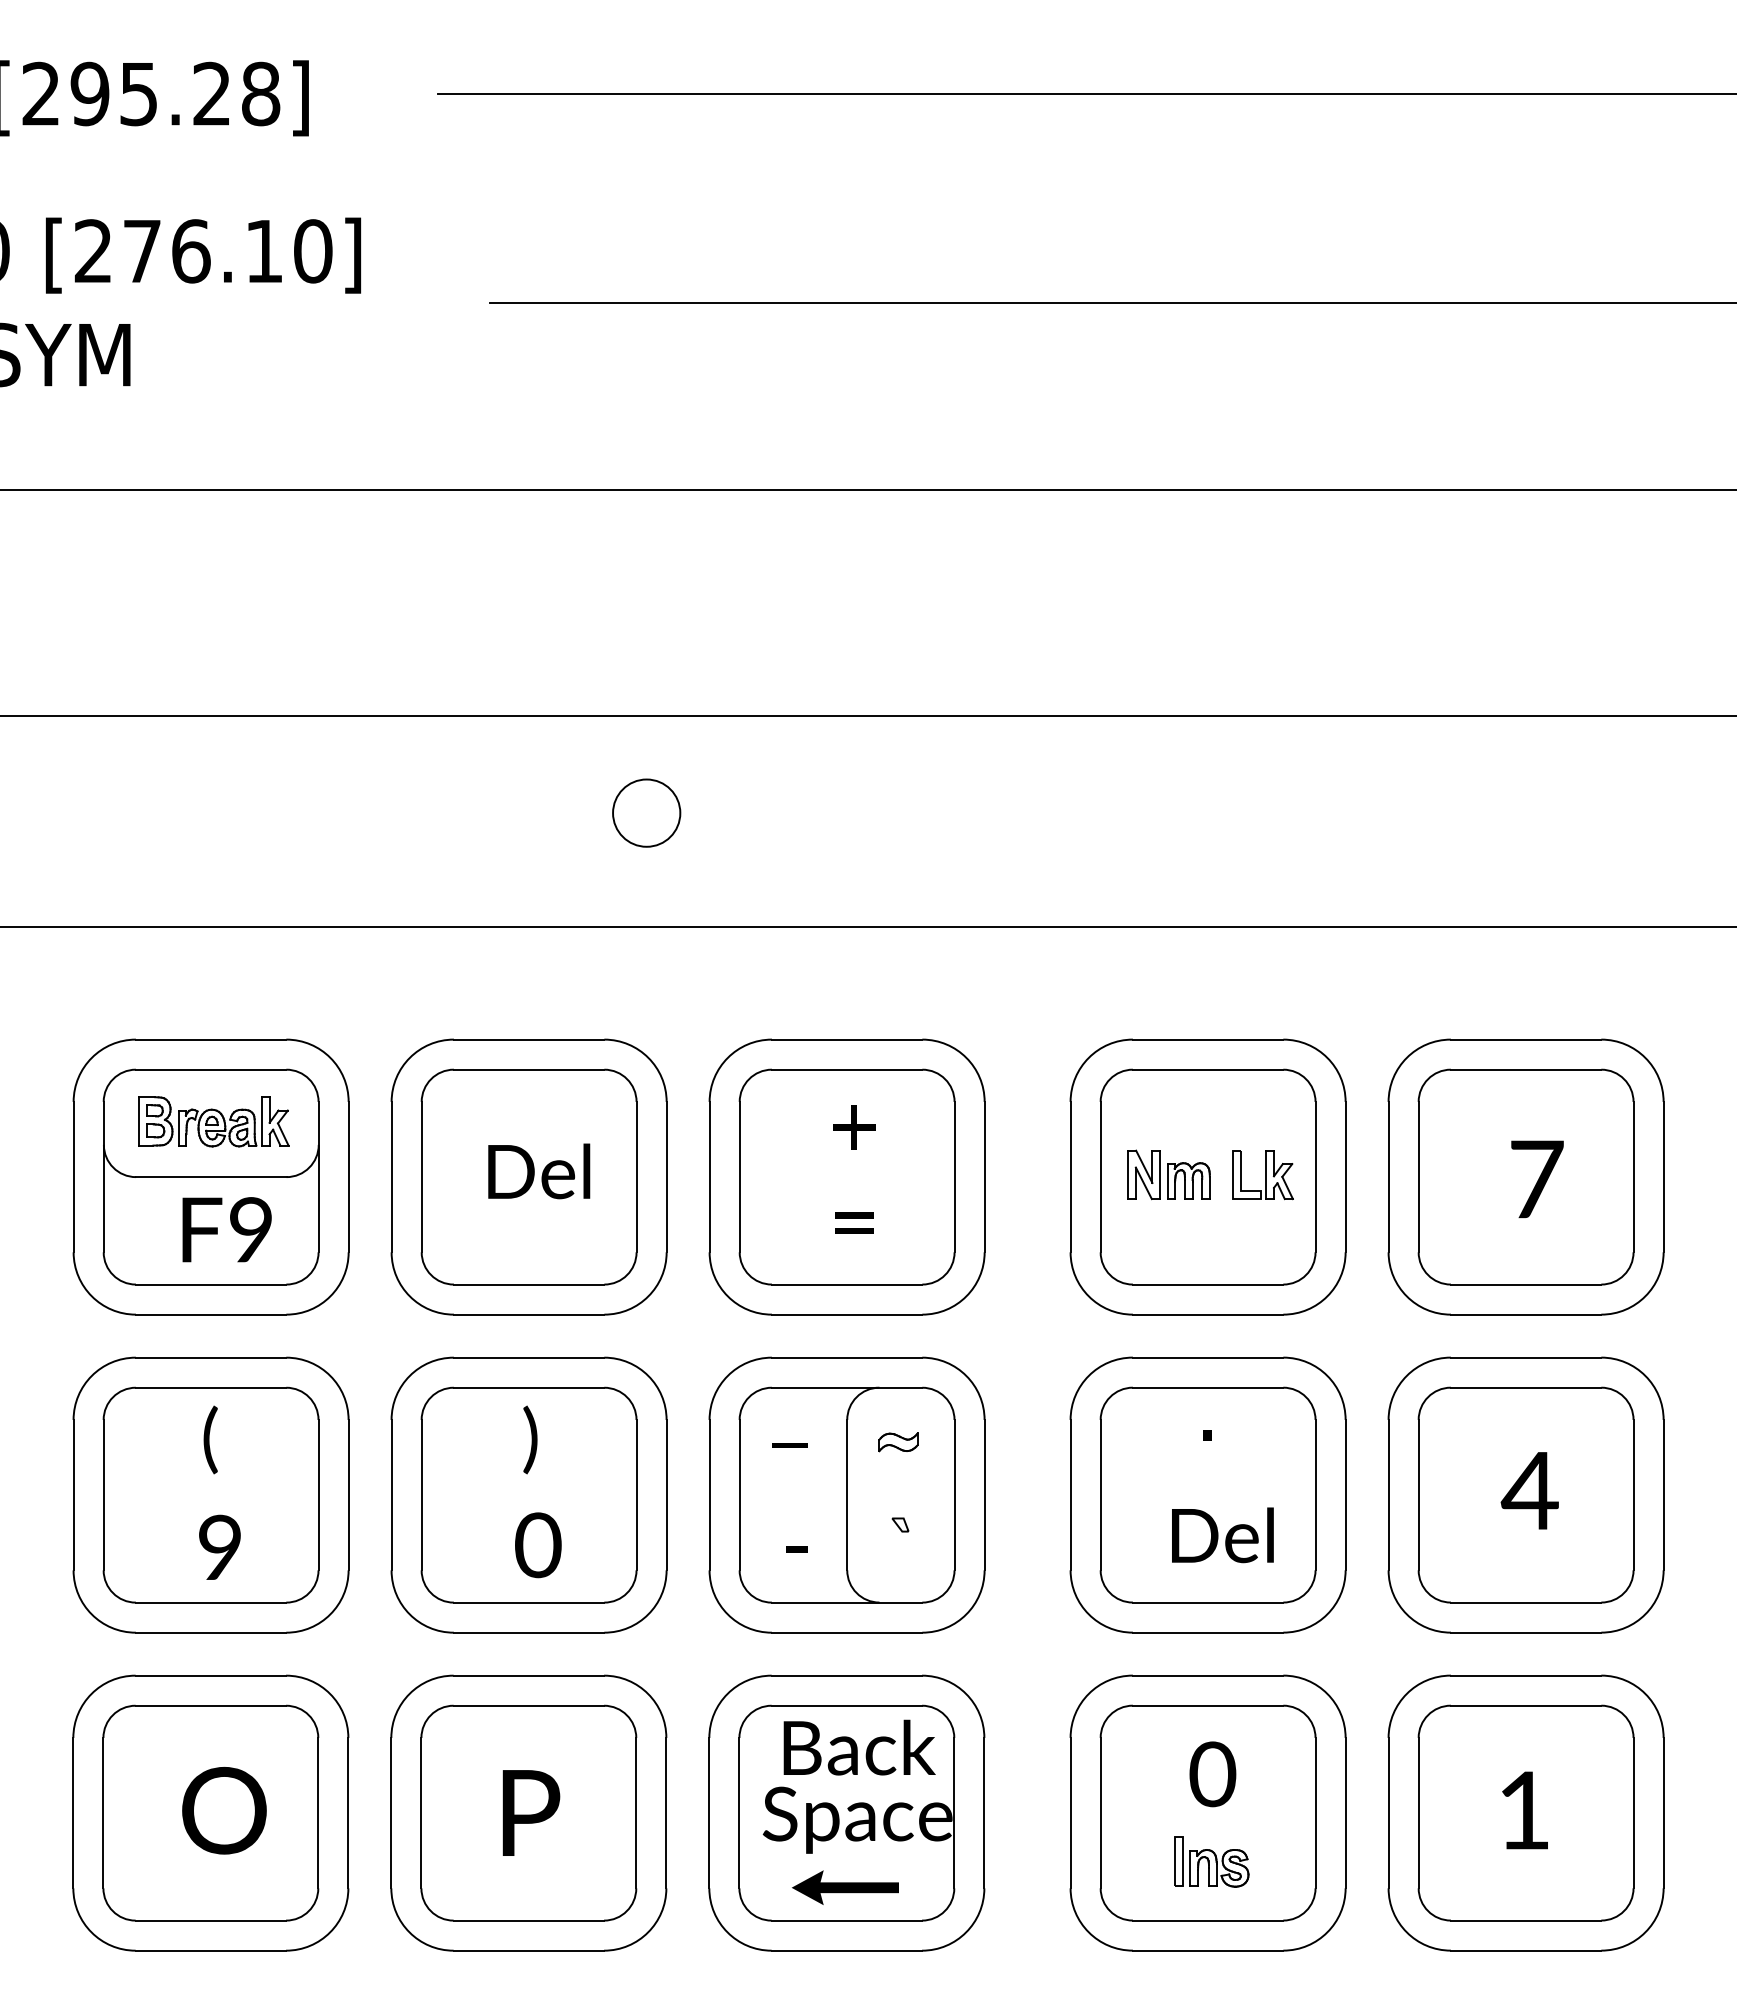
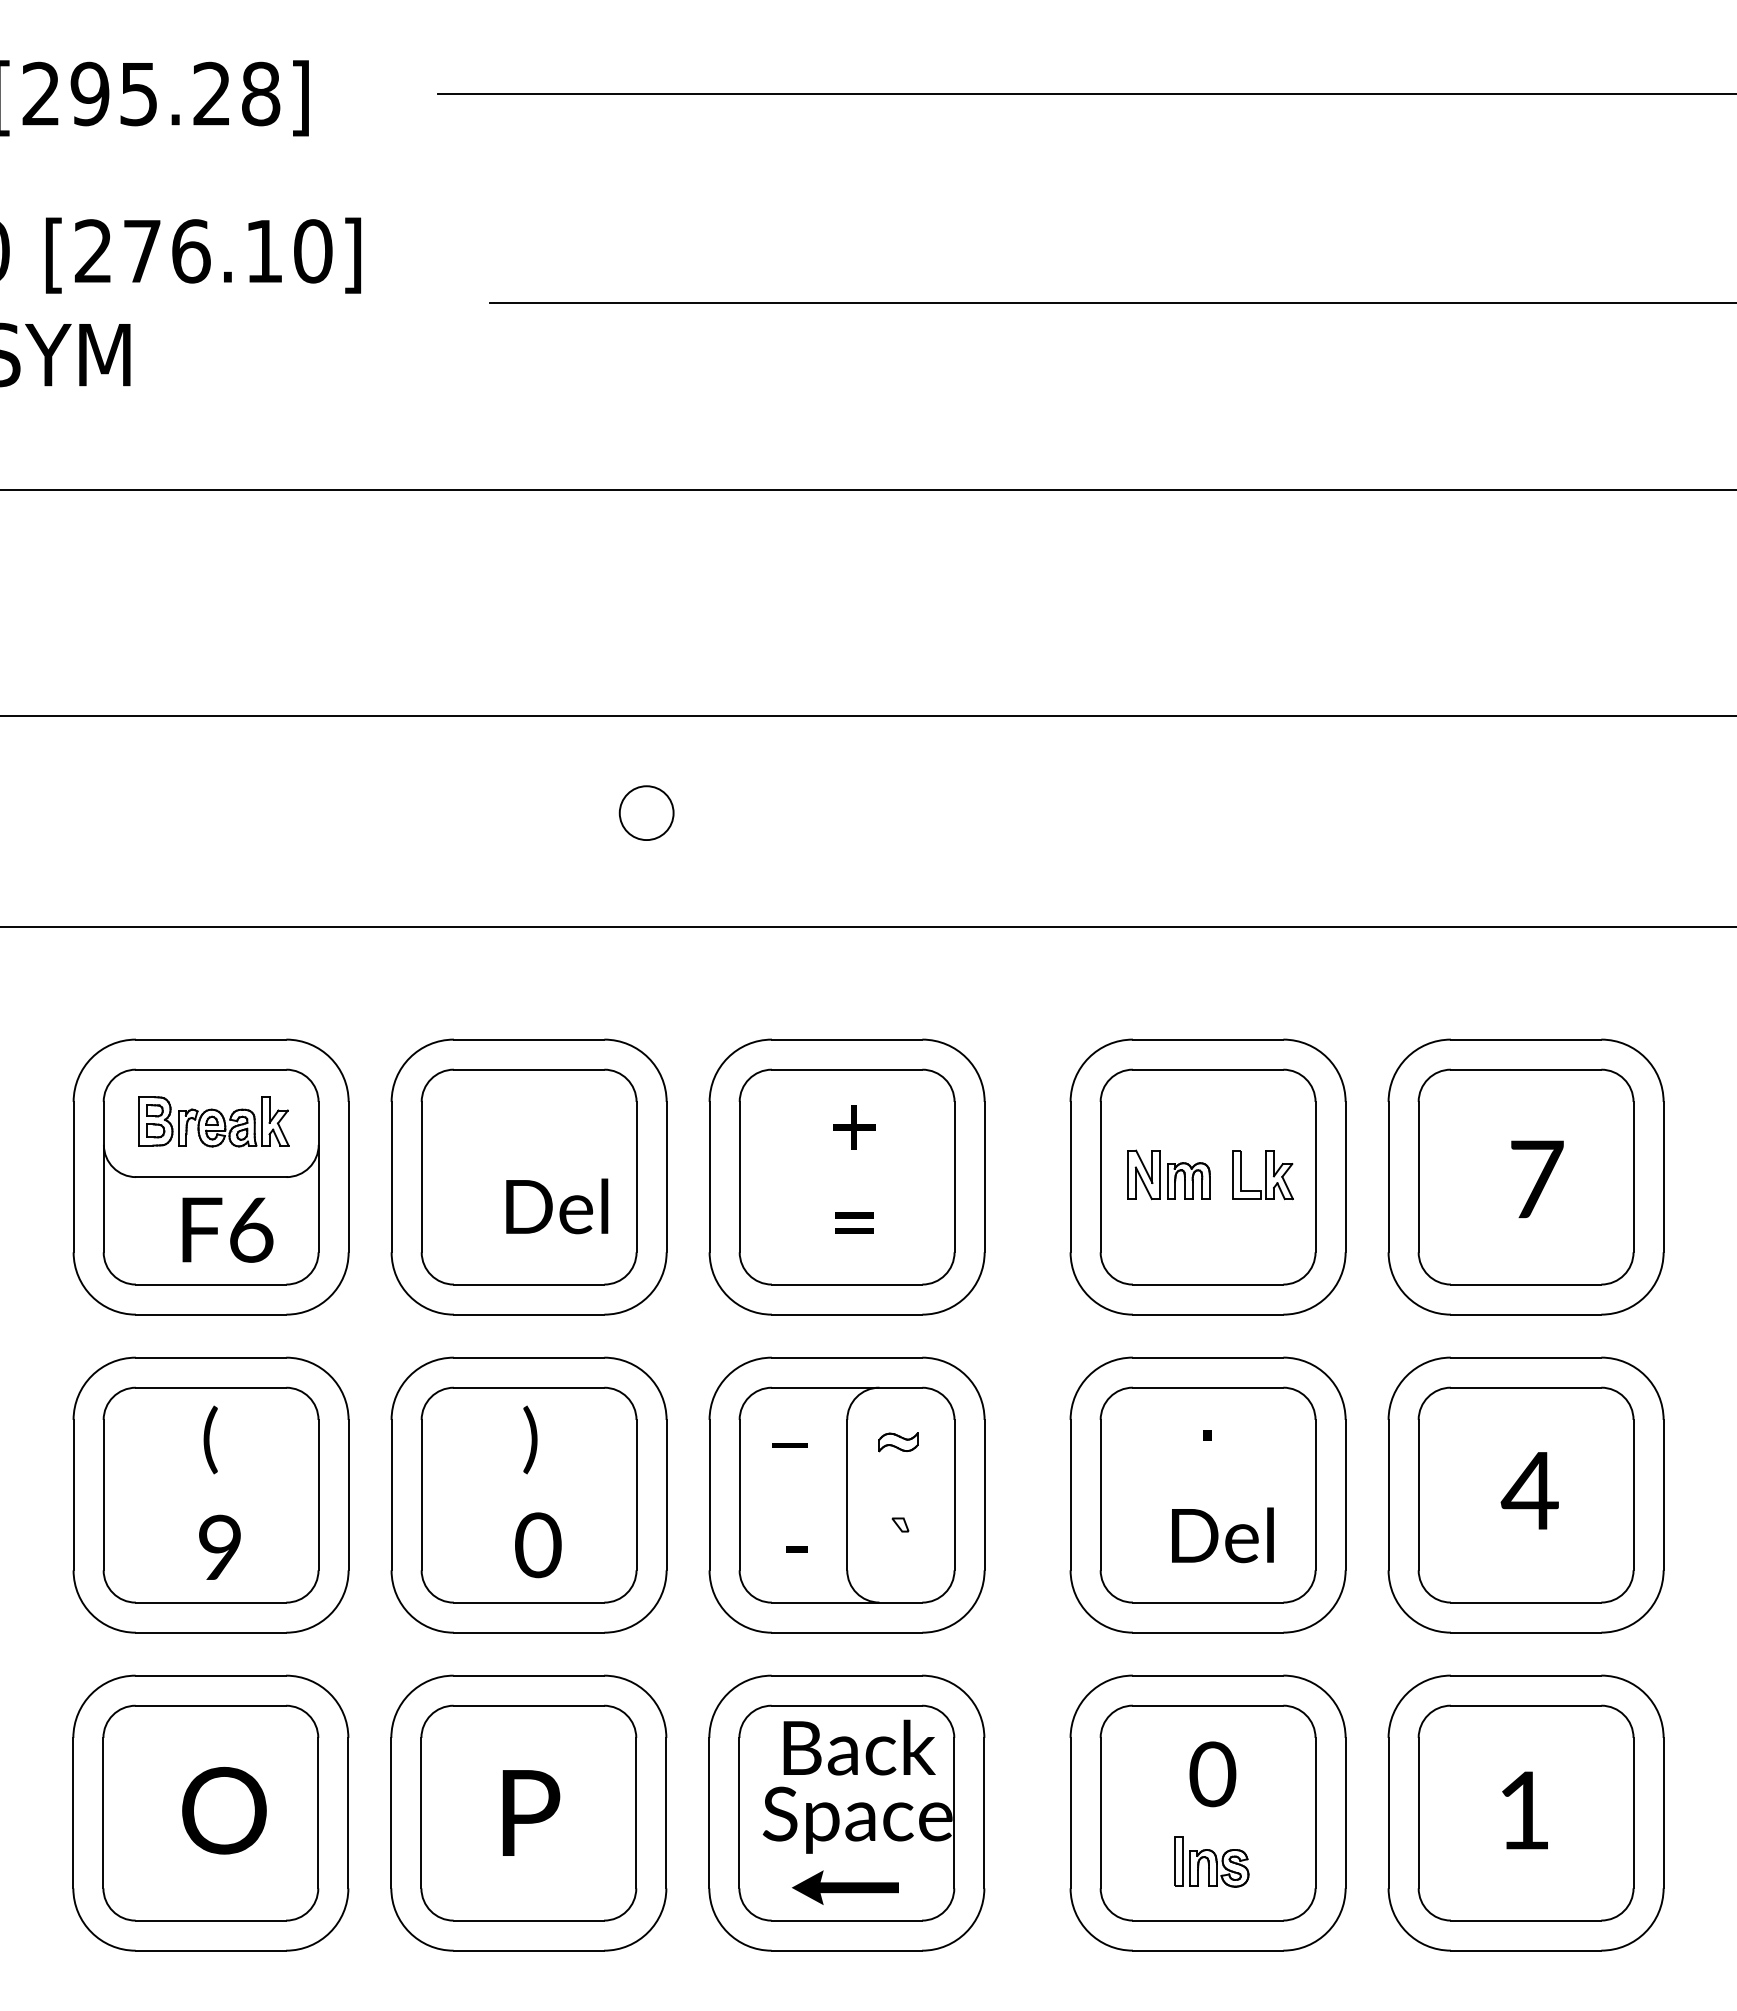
circle at (646, 812) diameter: 67 px -> 54 px
text at (539, 1171) position: (539, 1171) -> (557, 1206)
text at (251, 1229): F9 -> F6
